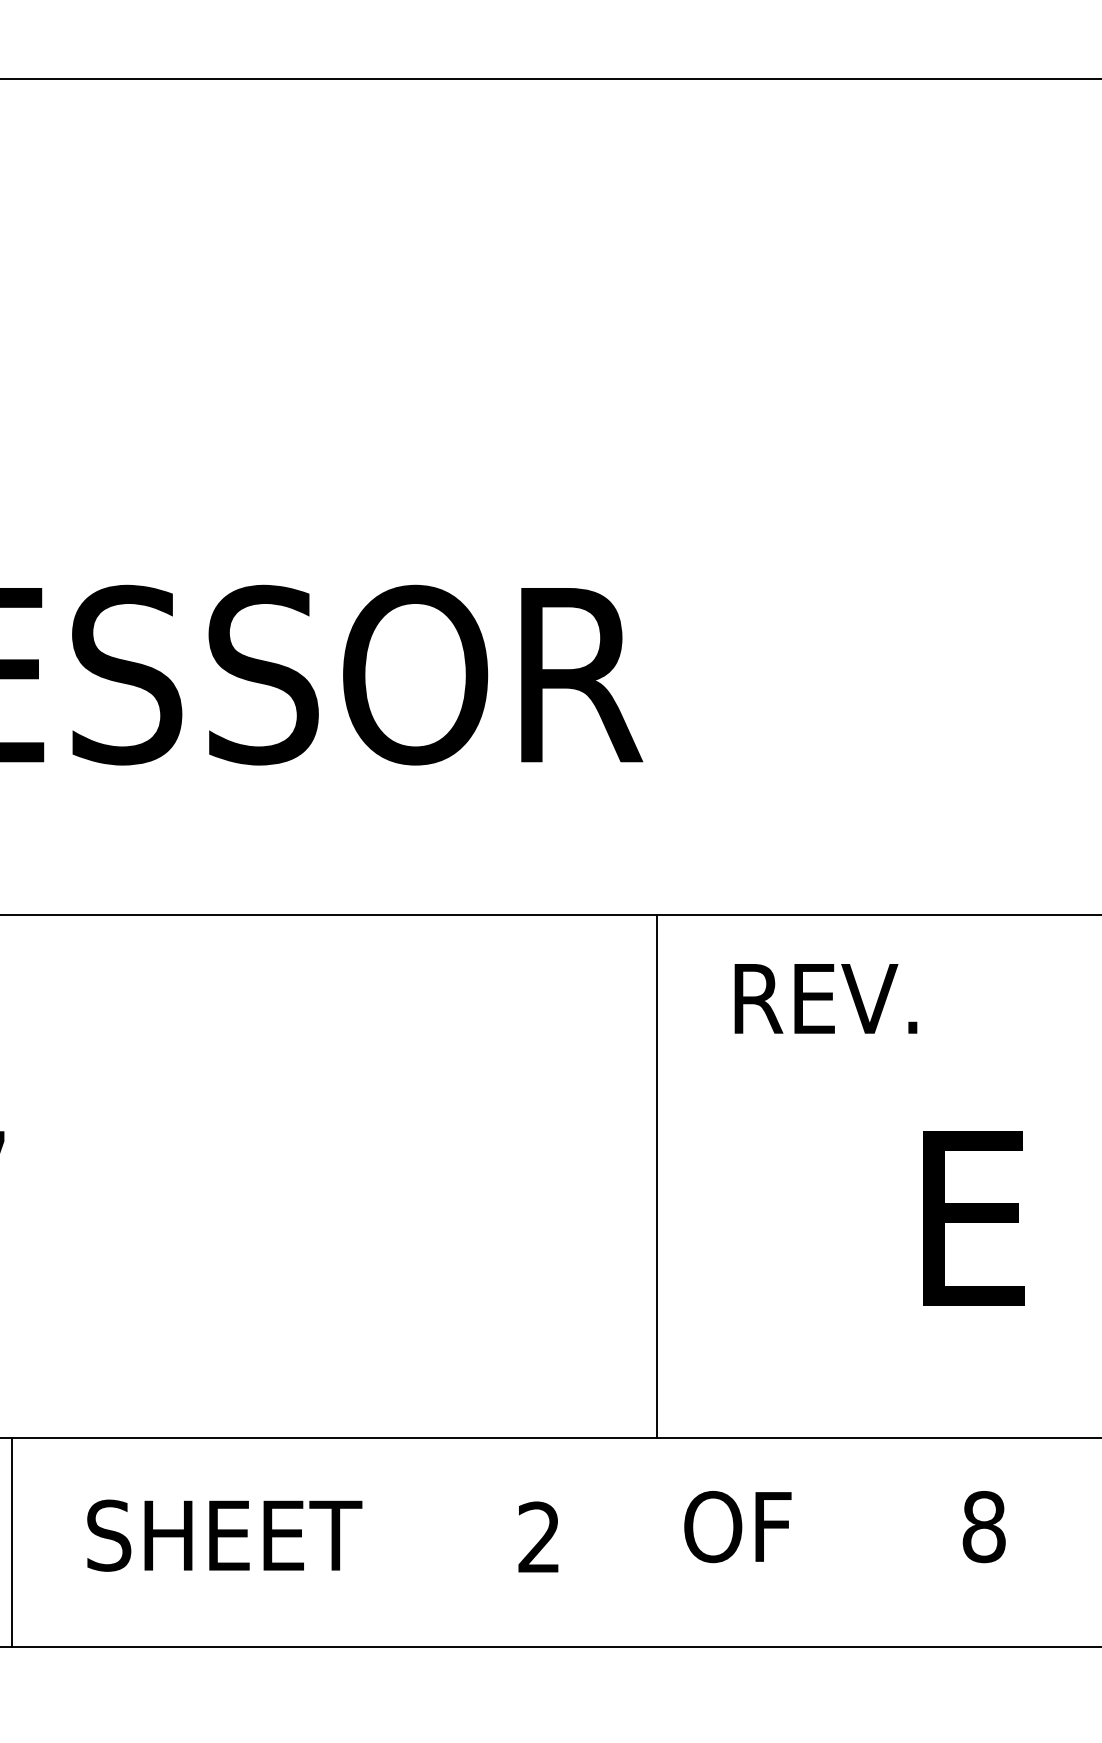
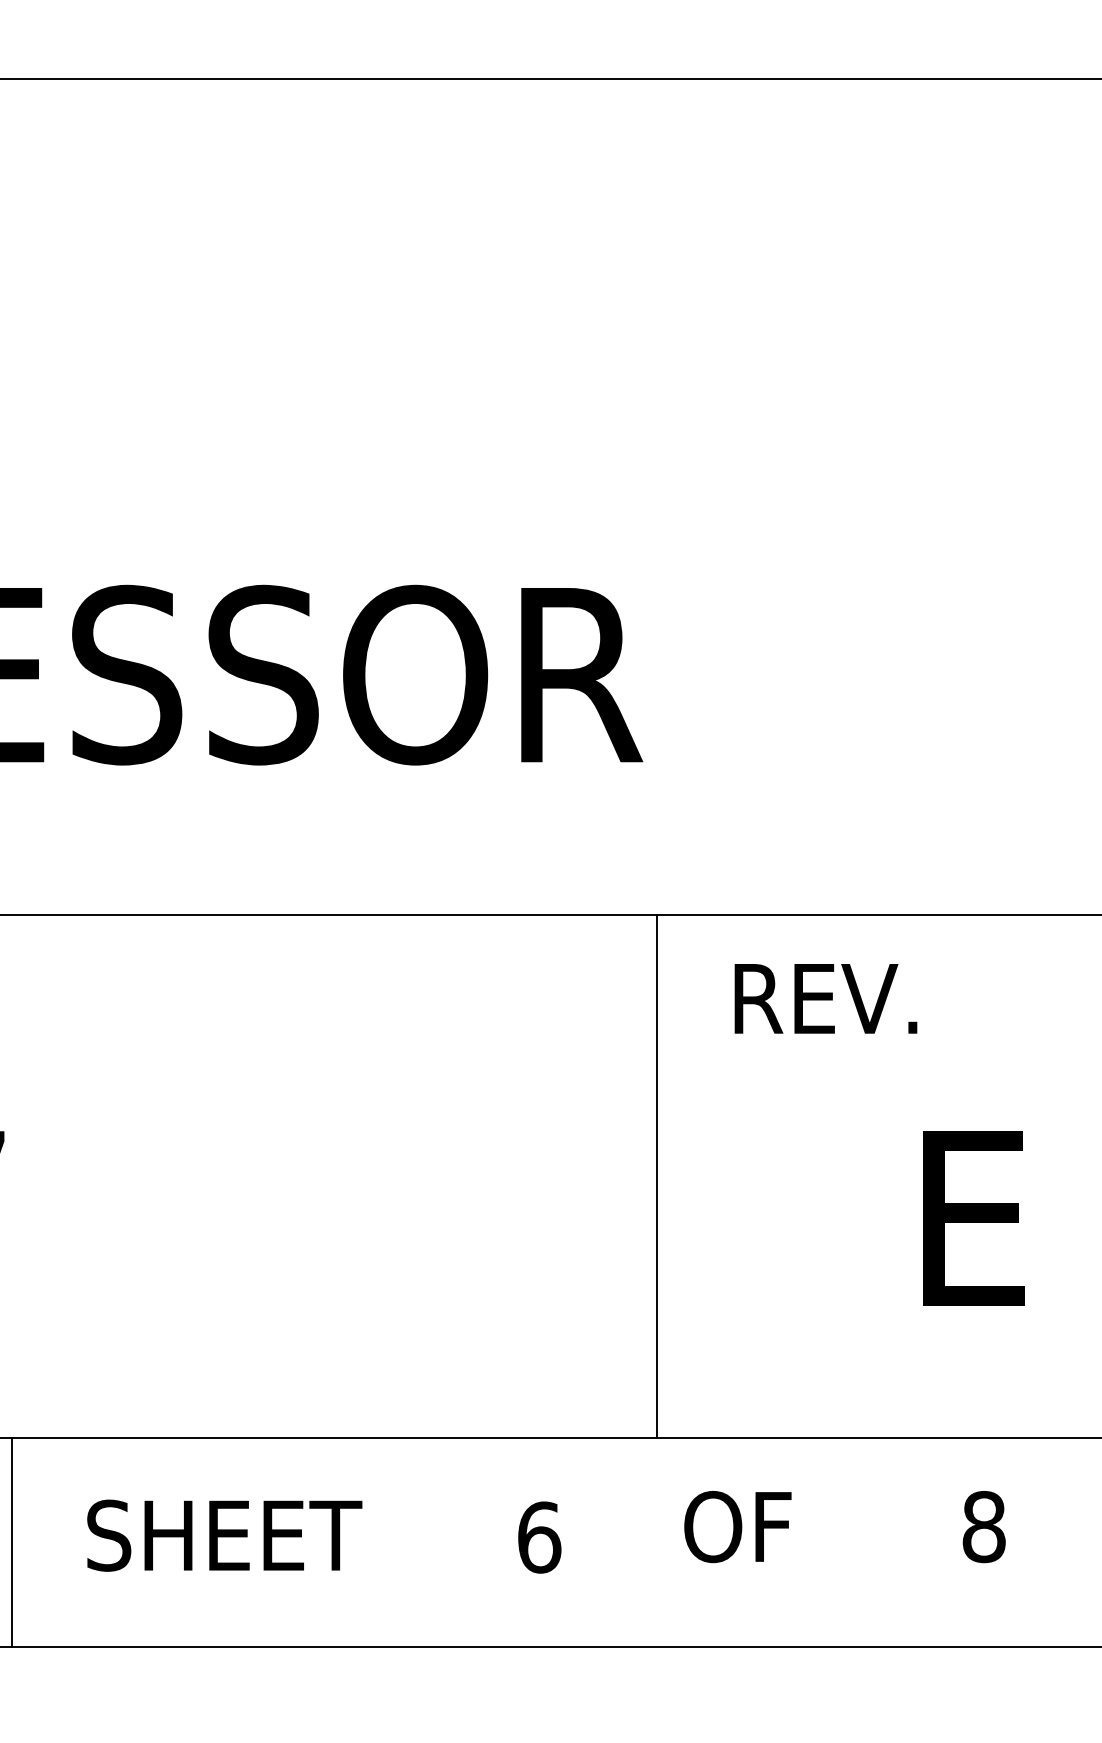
text at (539, 1537): 2 -> 6
